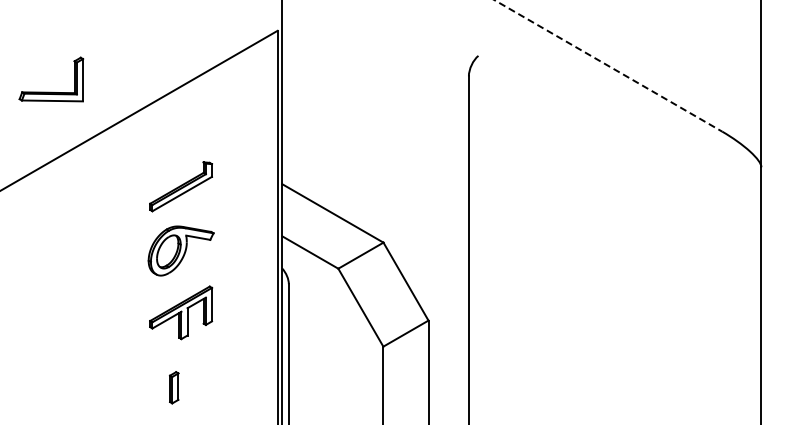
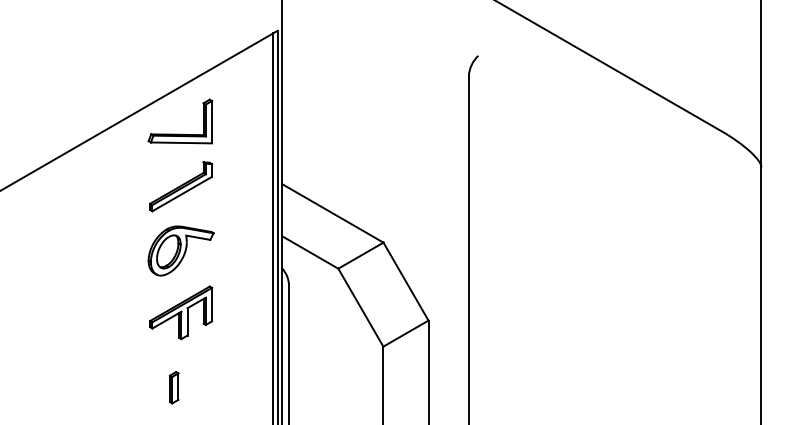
line at (608, 66): dashed -> solid
part at (51, 91) position: (51, 91) -> (180, 133)
line at (273, 227): none -> present
